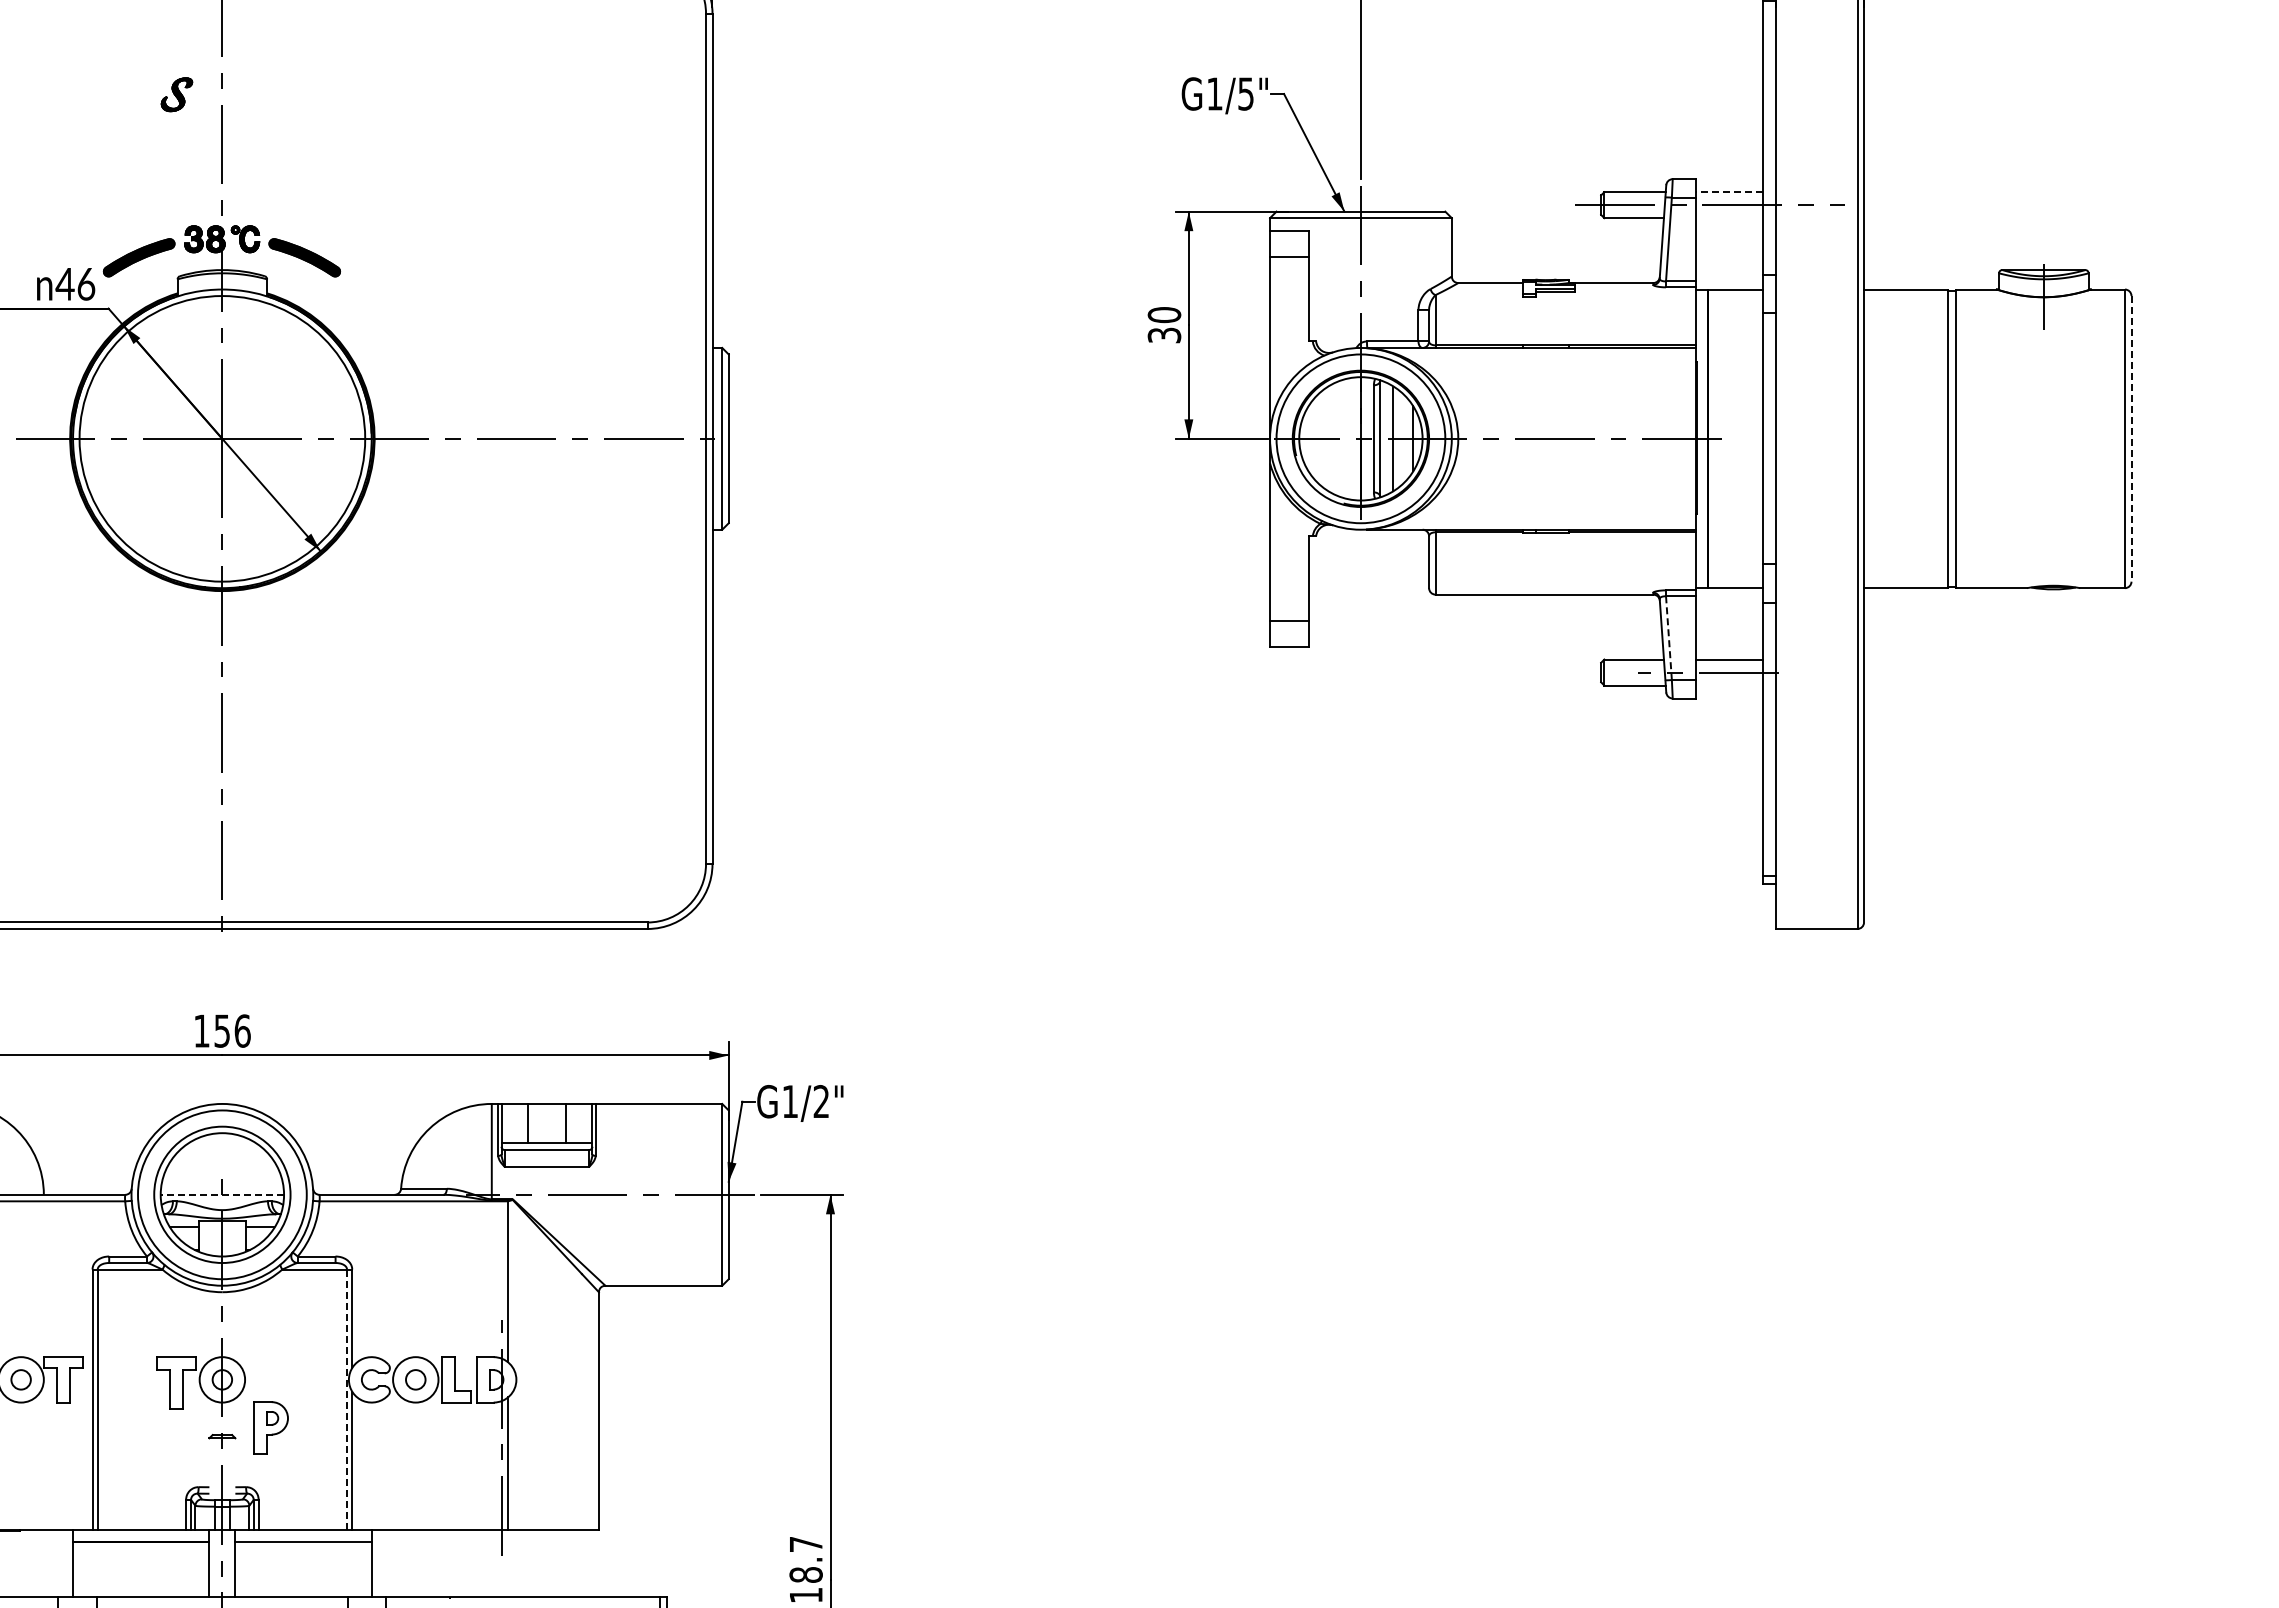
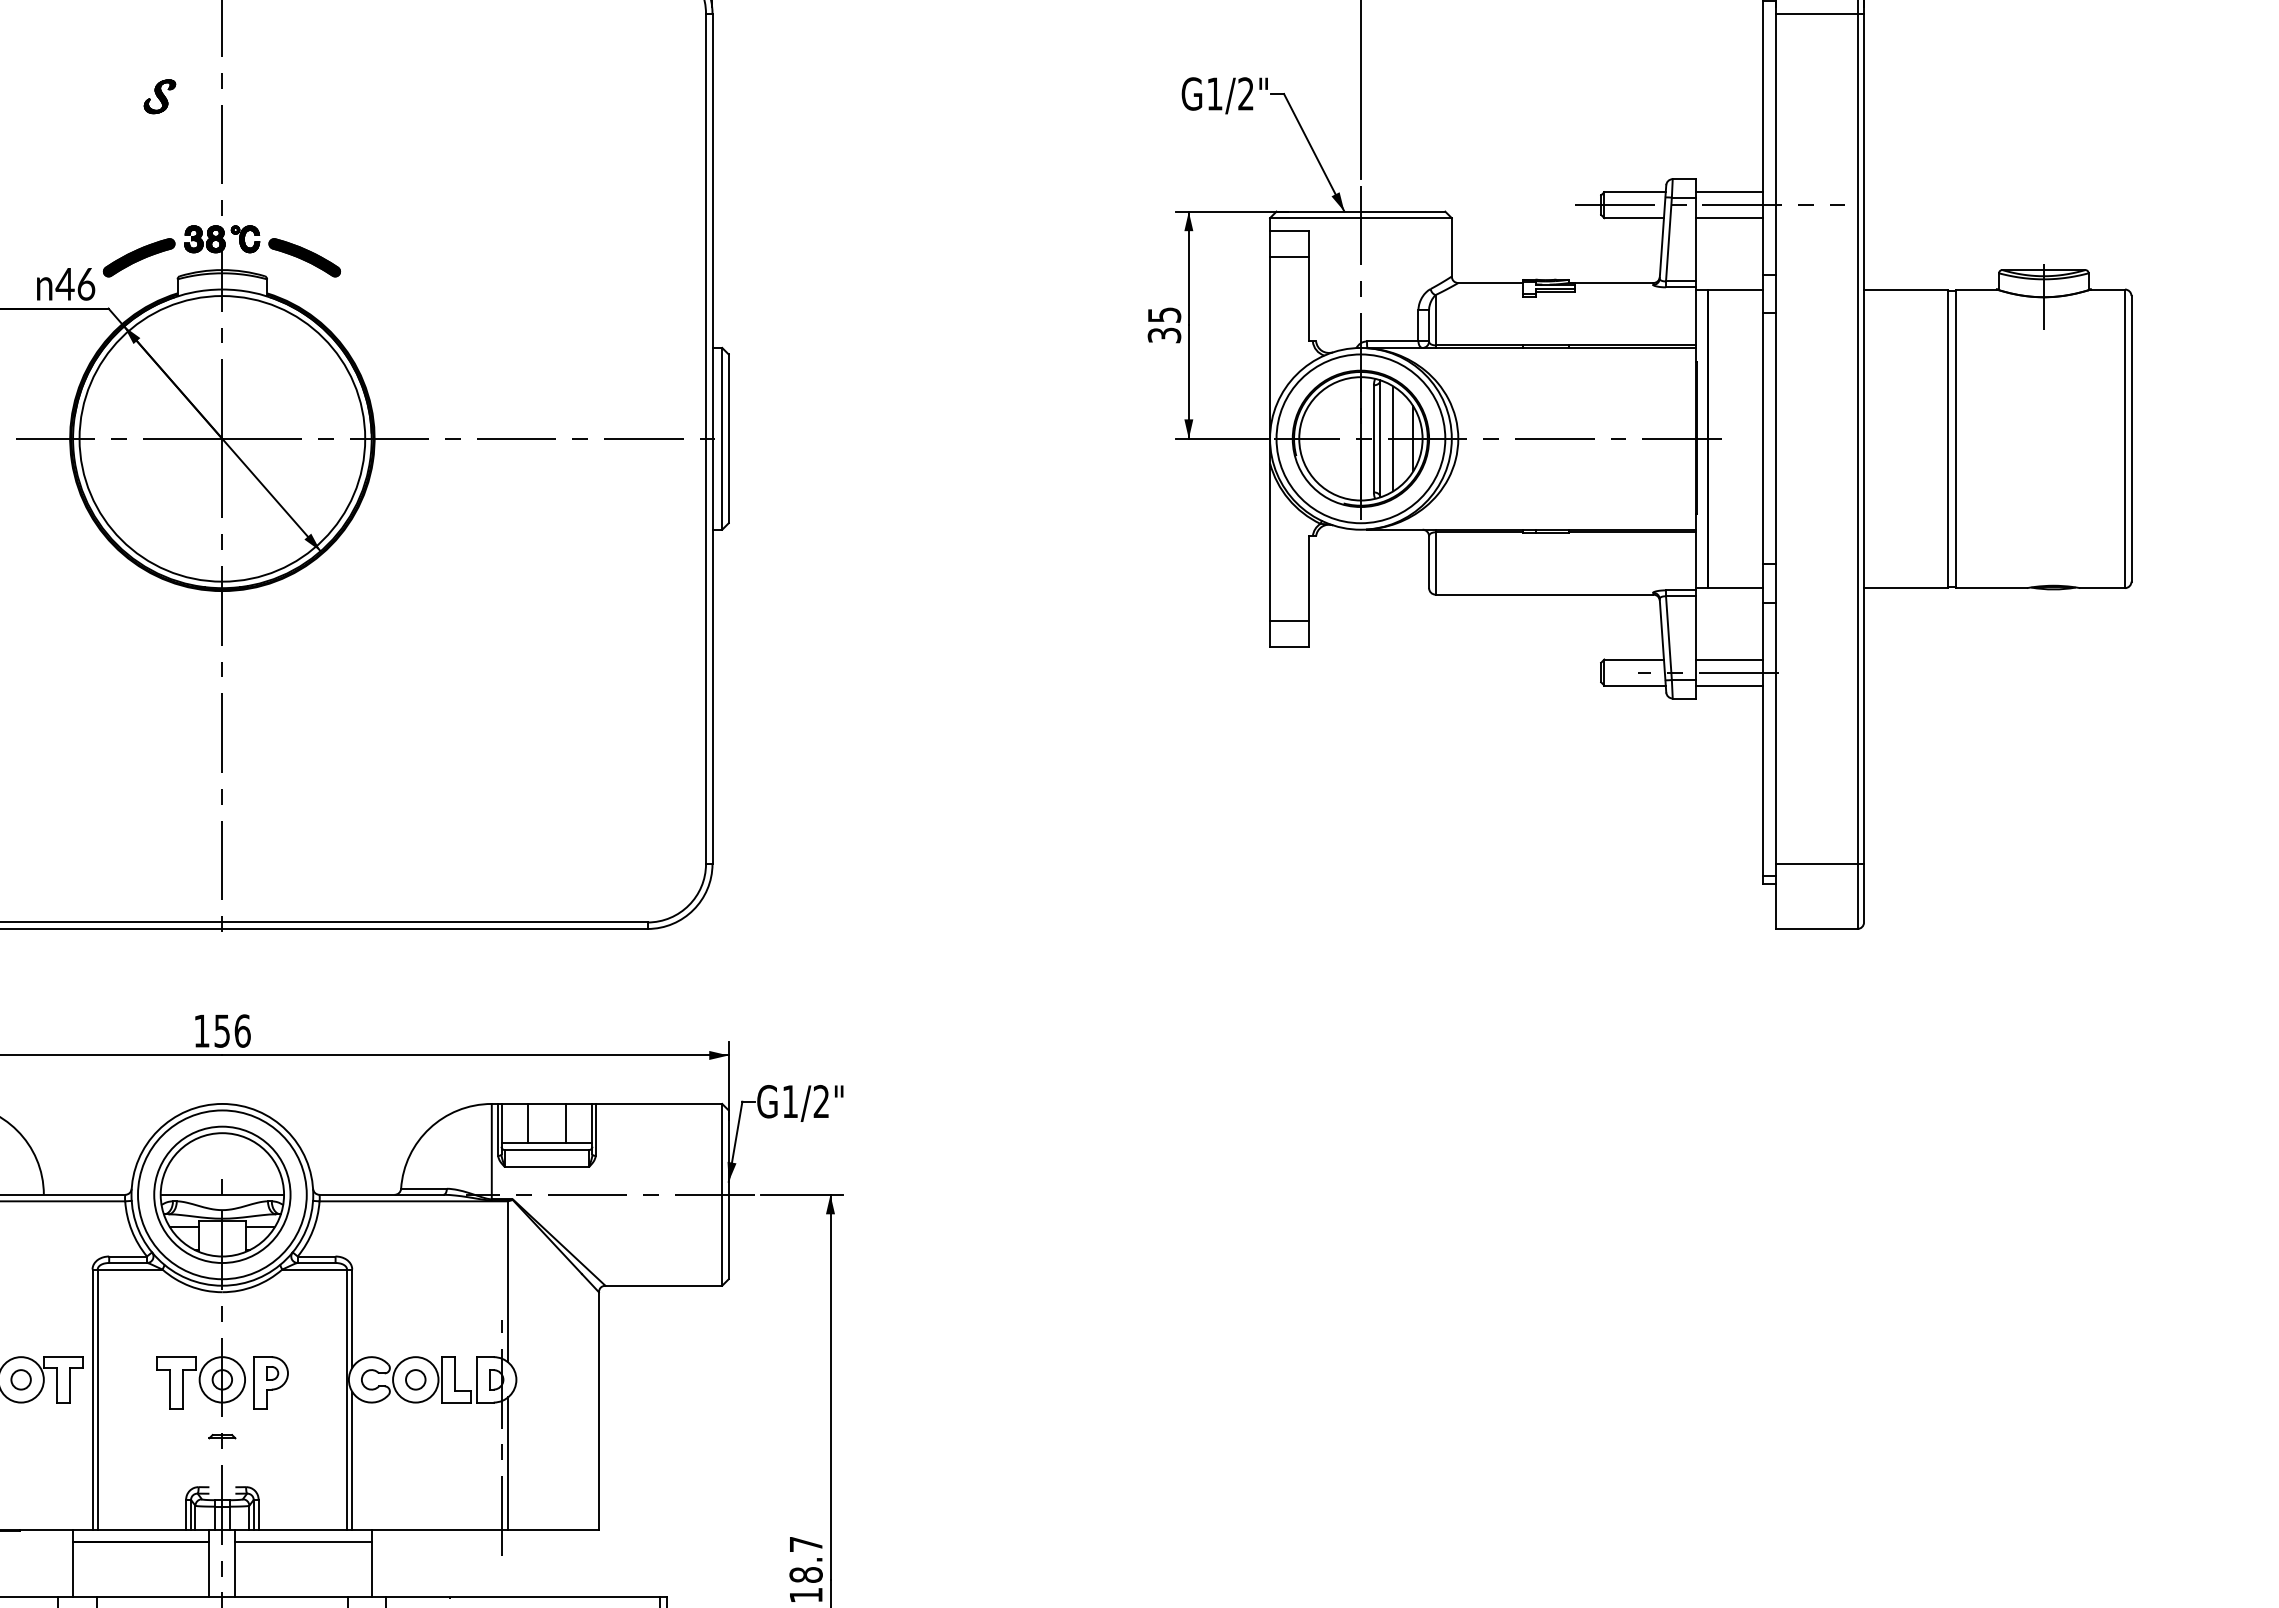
line at (1820, 13): none -> present
text at (1245, 93): G1/5" -> G1/2"
part at (176, 94) position: (176, 94) -> (159, 96)
line at (1729, 192): dashed -> solid
line at (1729, 218): none -> present
text at (1164, 315): 30 -> 35
line at (2131, 438): dashed -> solid
line at (1668, 638): dashed -> solid
line at (1729, 685): none -> present
line at (1820, 864): none -> present
line at (222, 1194): dashed -> solid
line at (347, 1399): dashed -> solid
part at (270, 1427) position: (270, 1427) -> (270, 1382)
